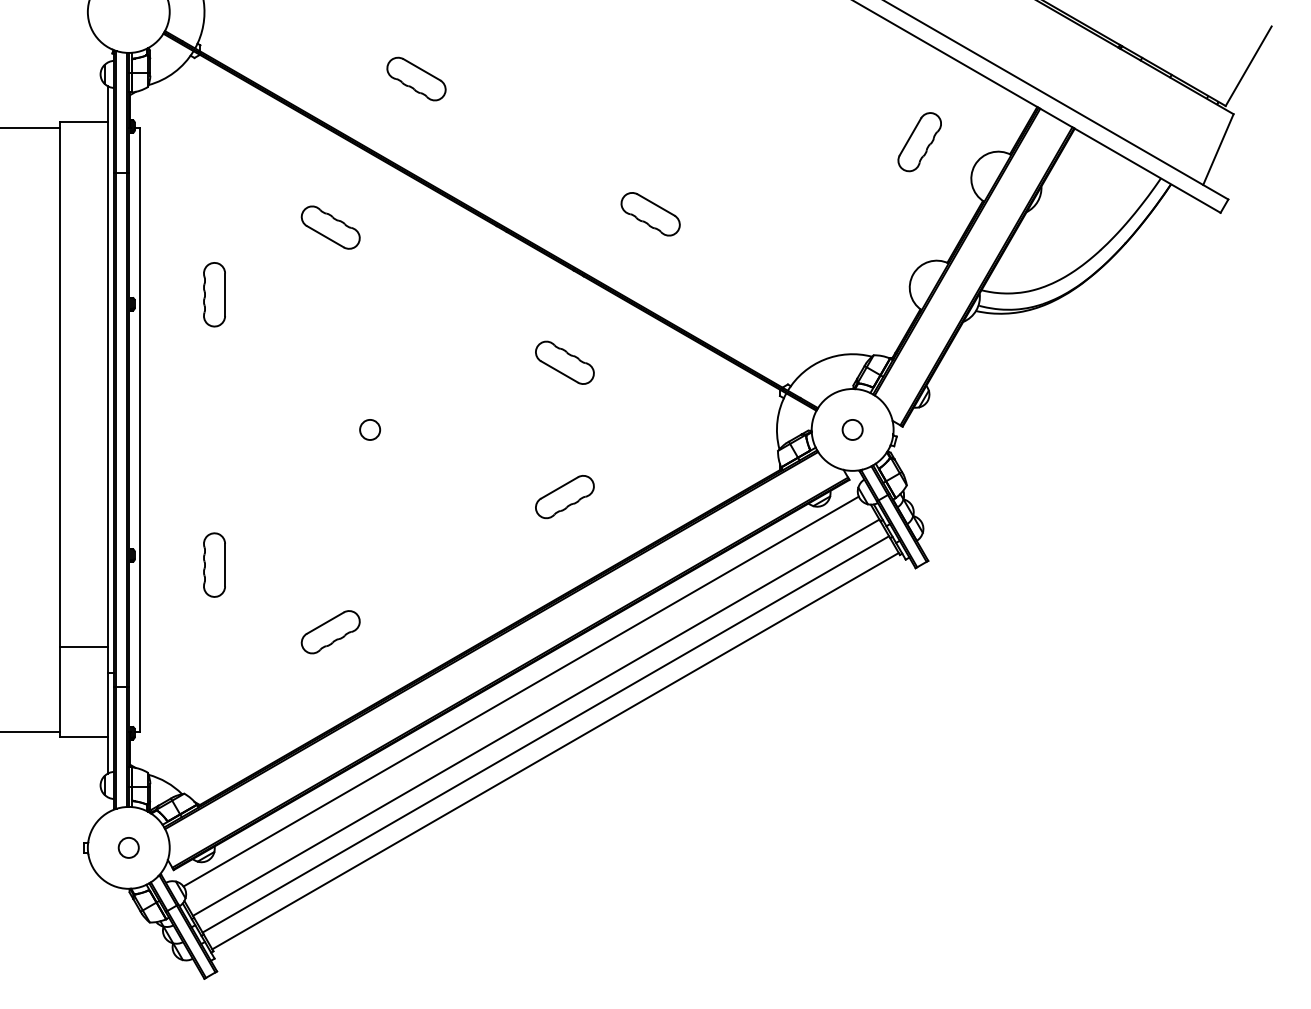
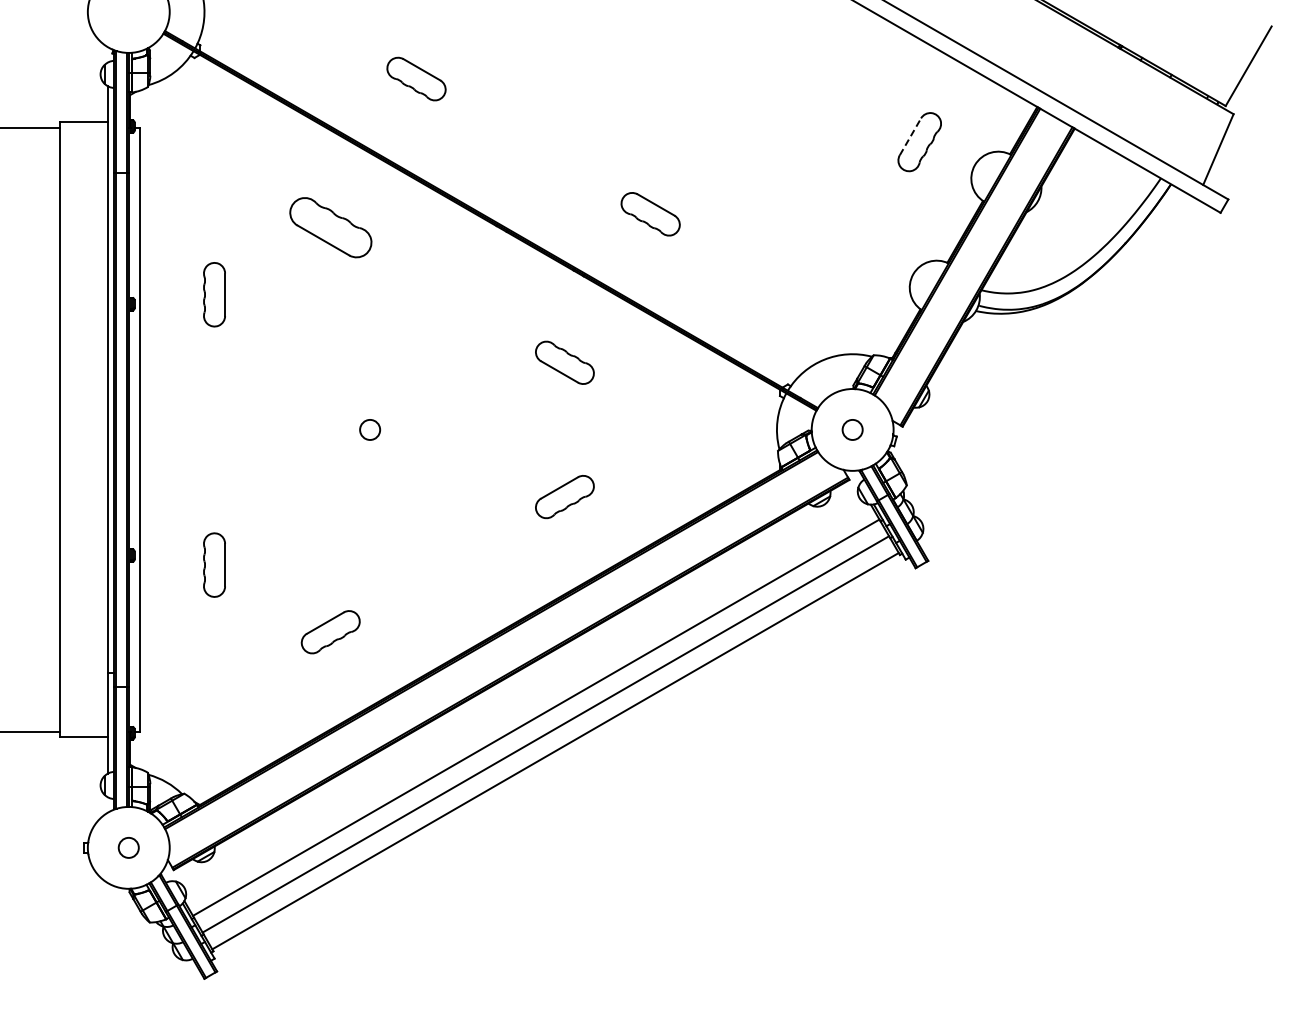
line at (910, 136): solid -> dashed
part at (330, 227) size: 61x45 px -> 84x62 px
line at (83, 647): present -> none
line at (520, 691): present -> none
